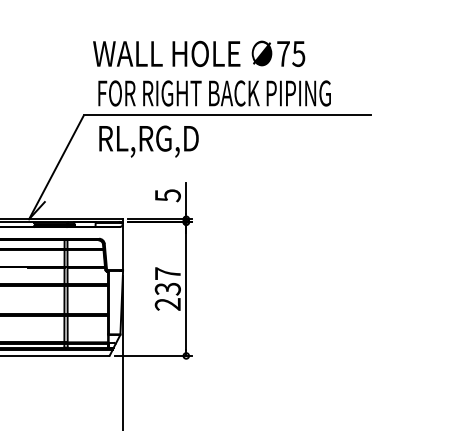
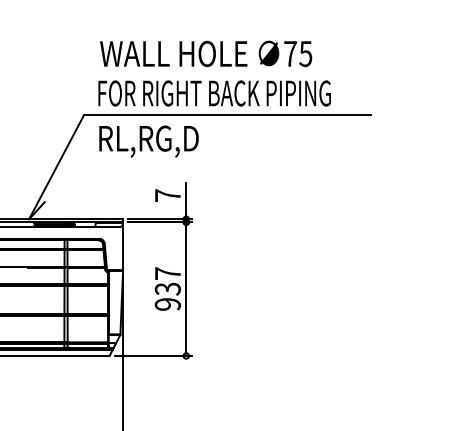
text at (199, 53) position: (199, 53) -> (206, 53)
text at (167, 195): 5 -> 7
text at (167, 304): 237 -> 937
